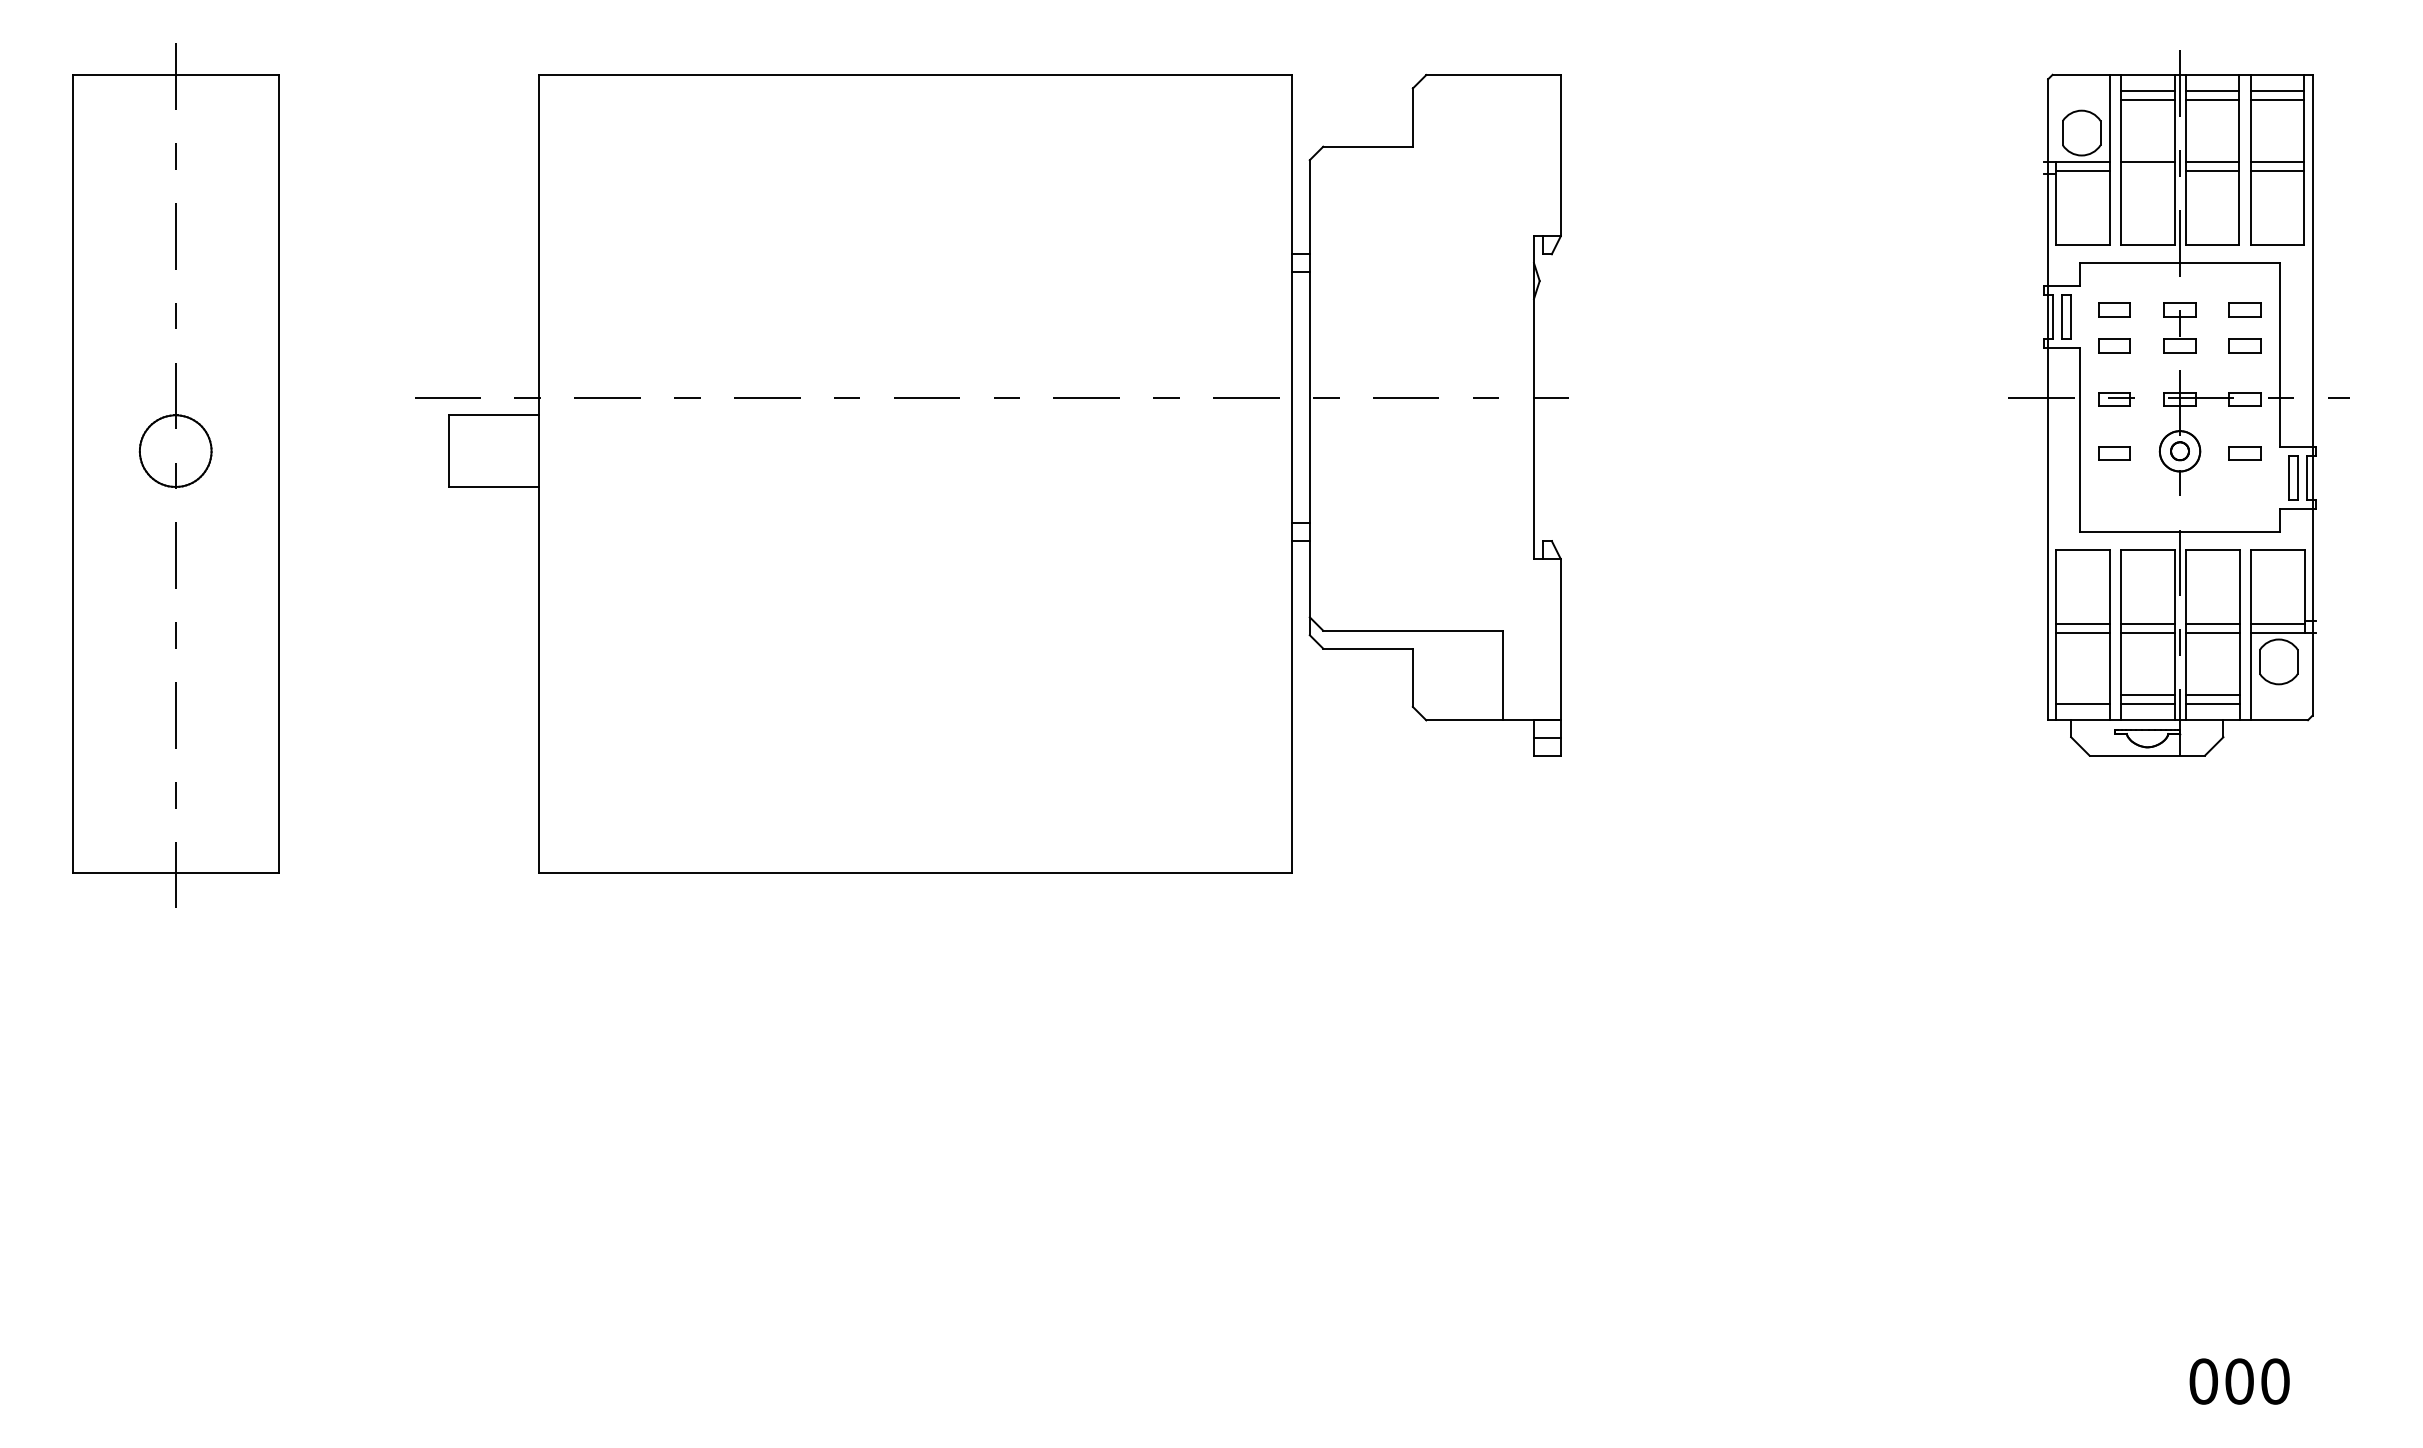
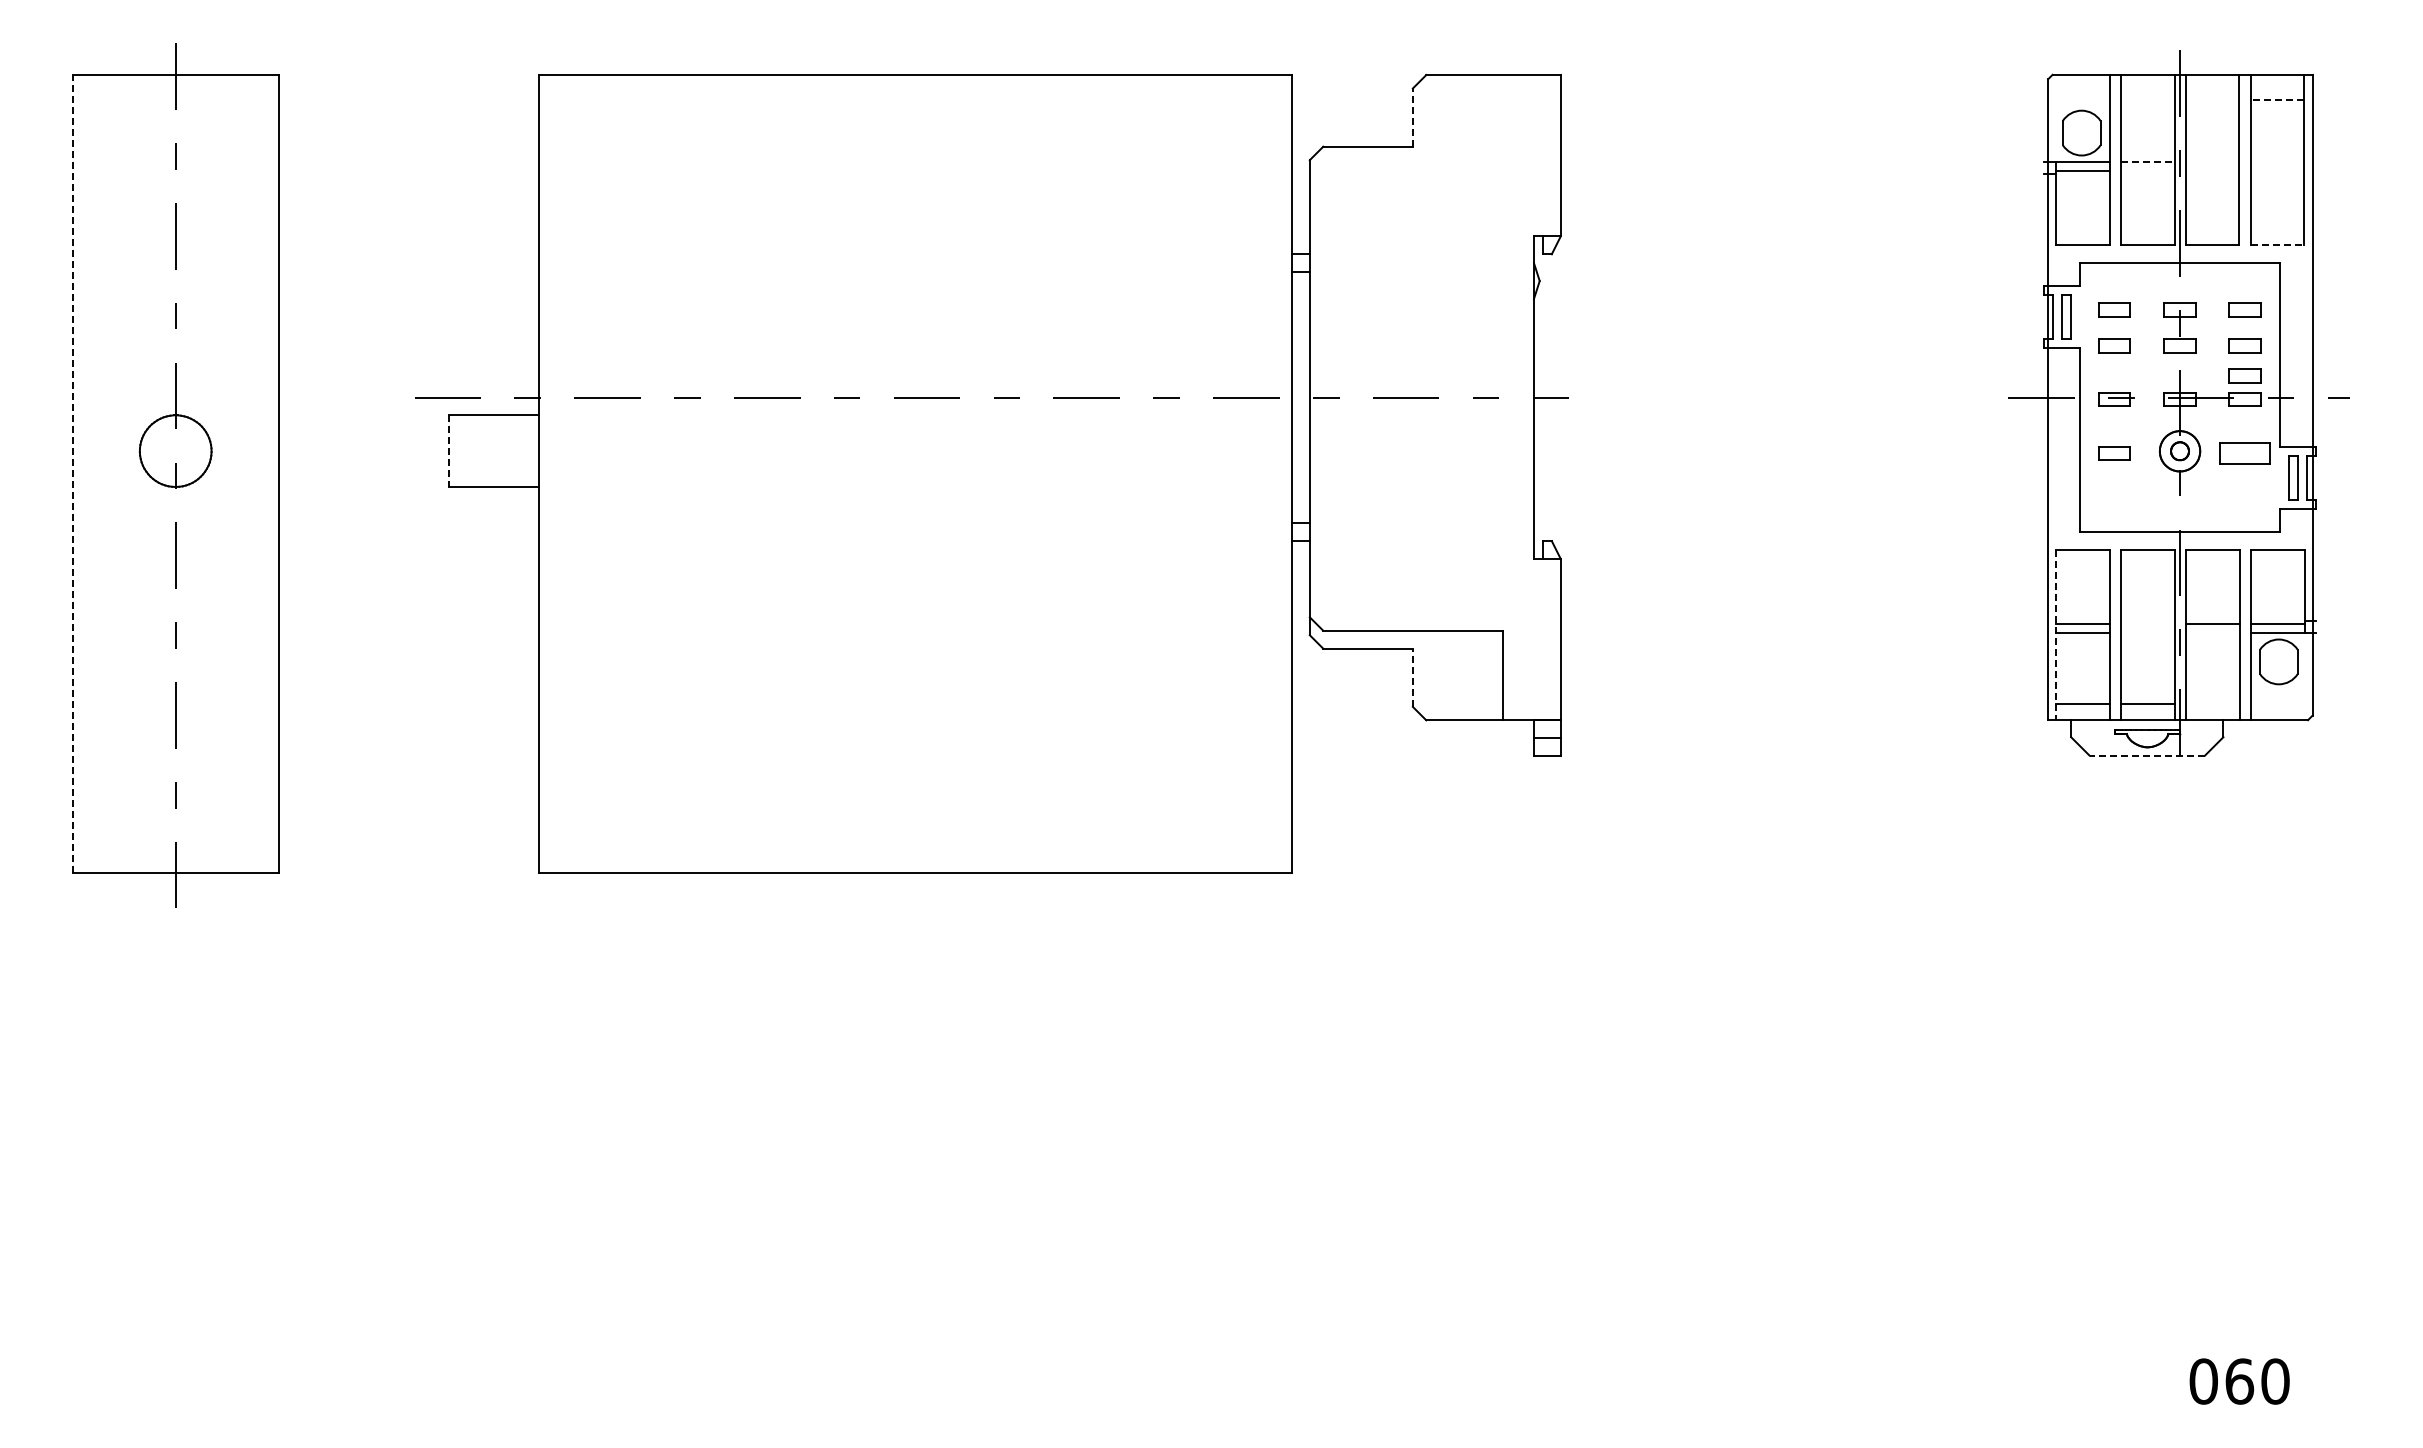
line at (2147, 90): present -> none
line at (2212, 90): present -> none
line at (2277, 90): present -> none
line at (2147, 99): present -> none
line at (2212, 99): present -> none
line at (2277, 99): solid -> dashed
line at (1412, 117): solid -> dashed
line at (2147, 162): solid -> dashed
line at (2212, 162): present -> none
line at (2277, 162): present -> none
line at (2212, 171): present -> none
line at (2277, 171): present -> none
line at (2277, 245): solid -> dashed
part at (2244, 375): none -> present
line at (449, 451): solid -> dashed
part at (2244, 453) size: 34x15 px -> 52x23 px
line at (72, 473): solid -> dashed
line at (2147, 623): present -> none
line at (2147, 632): present -> none
line at (2212, 632): present -> none
line at (2055, 635): solid -> dashed
line at (1412, 677): solid -> dashed
line at (2147, 695): present -> none
line at (2212, 695): present -> none
line at (2212, 704): present -> none
line at (2147, 755): solid -> dashed
text at (2239, 1381): 000 -> 060
